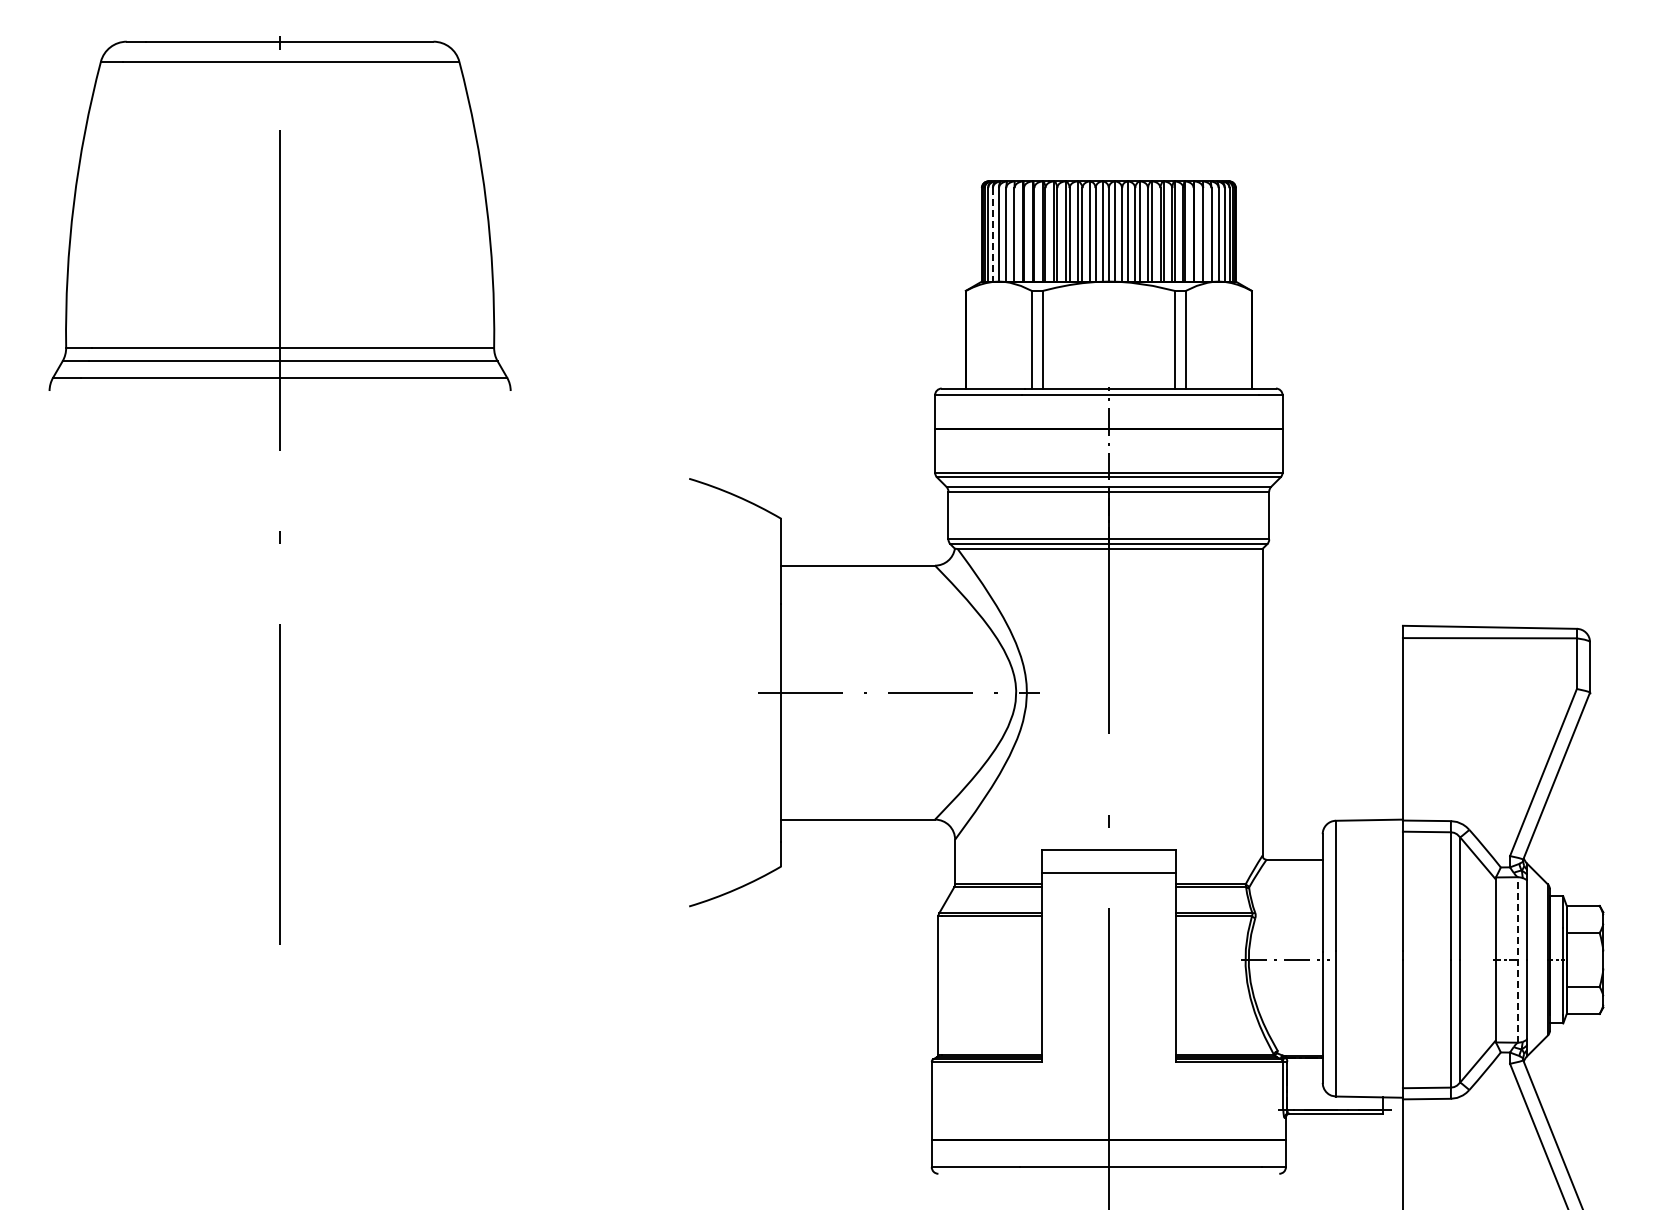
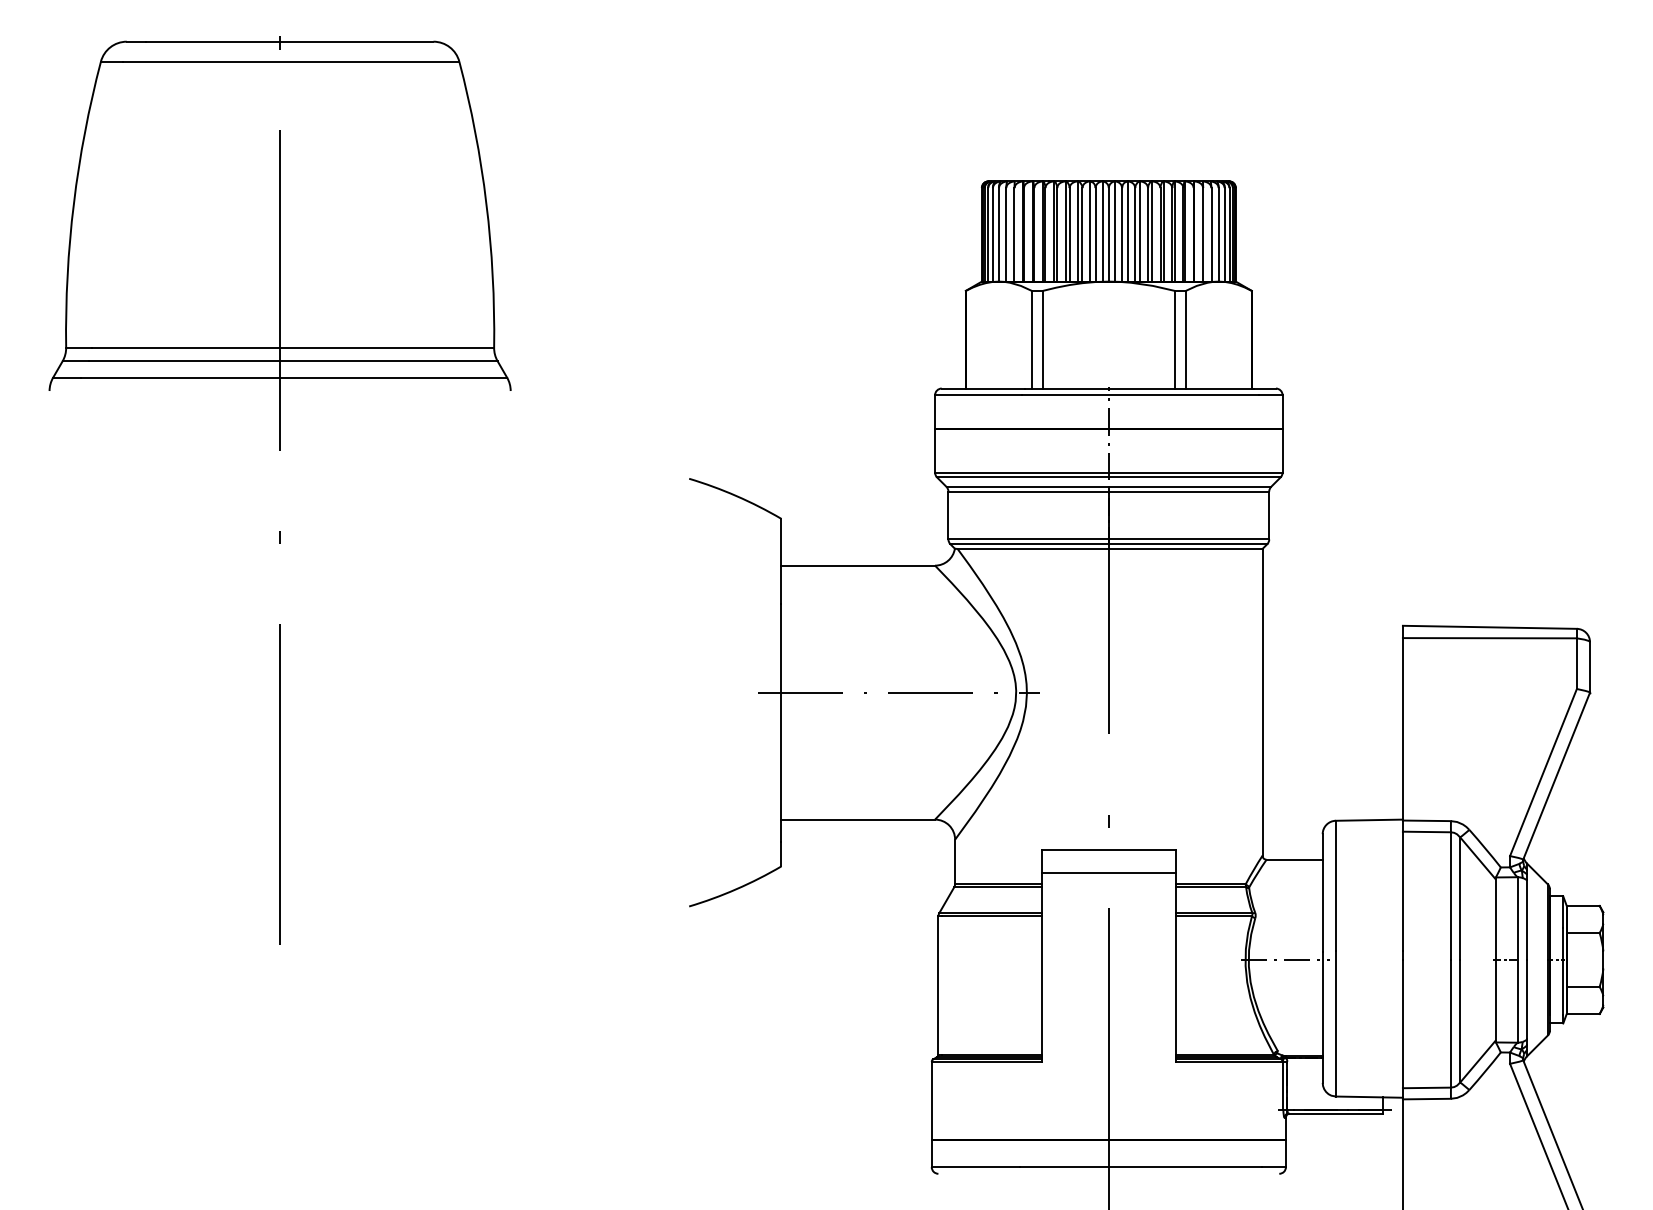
line at (992, 234): dashed -> solid
line at (1517, 959): dashed -> solid
